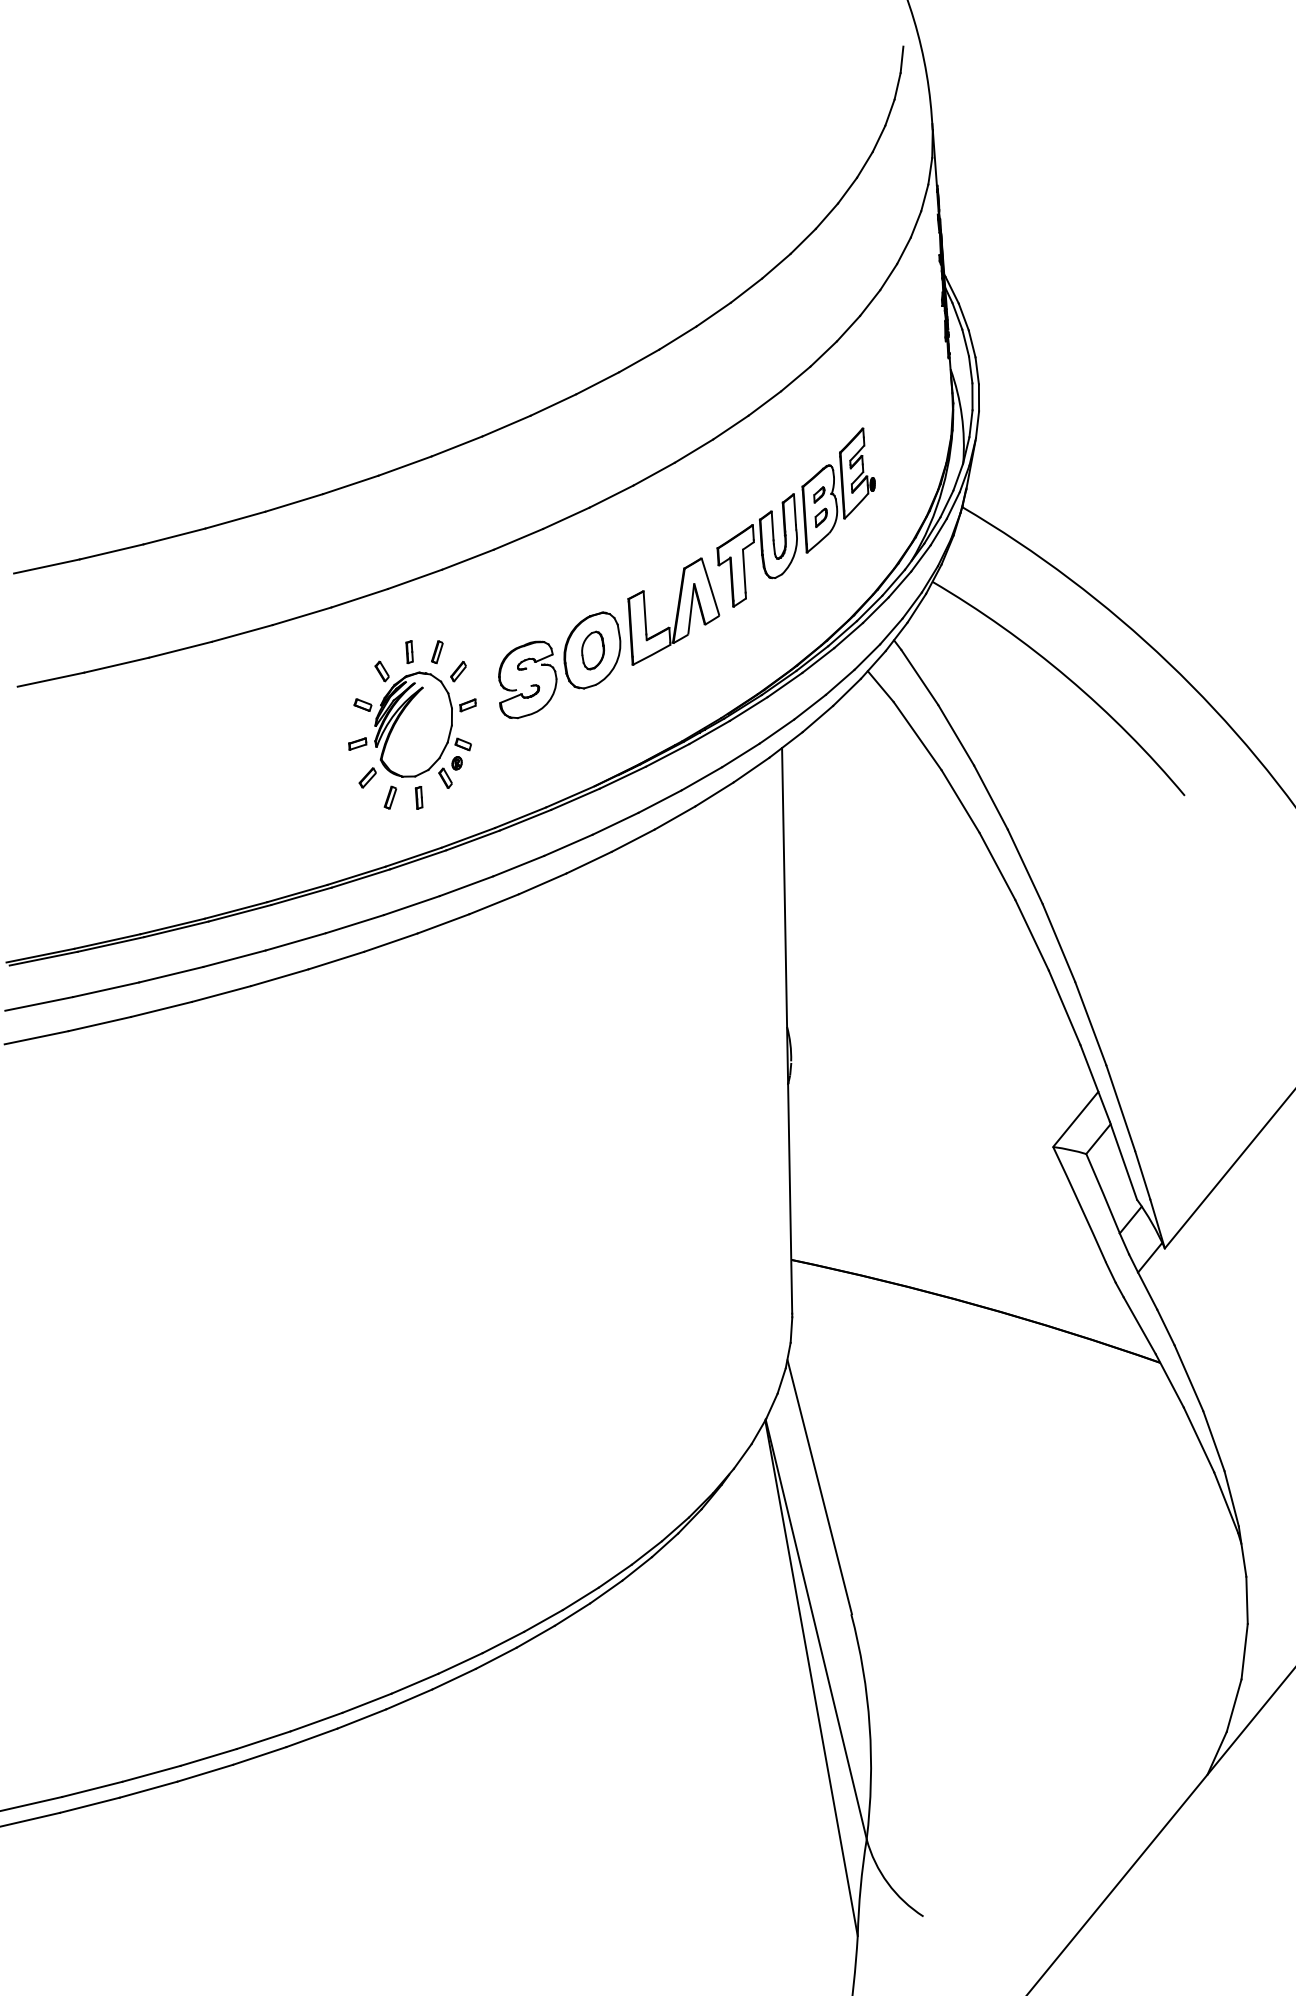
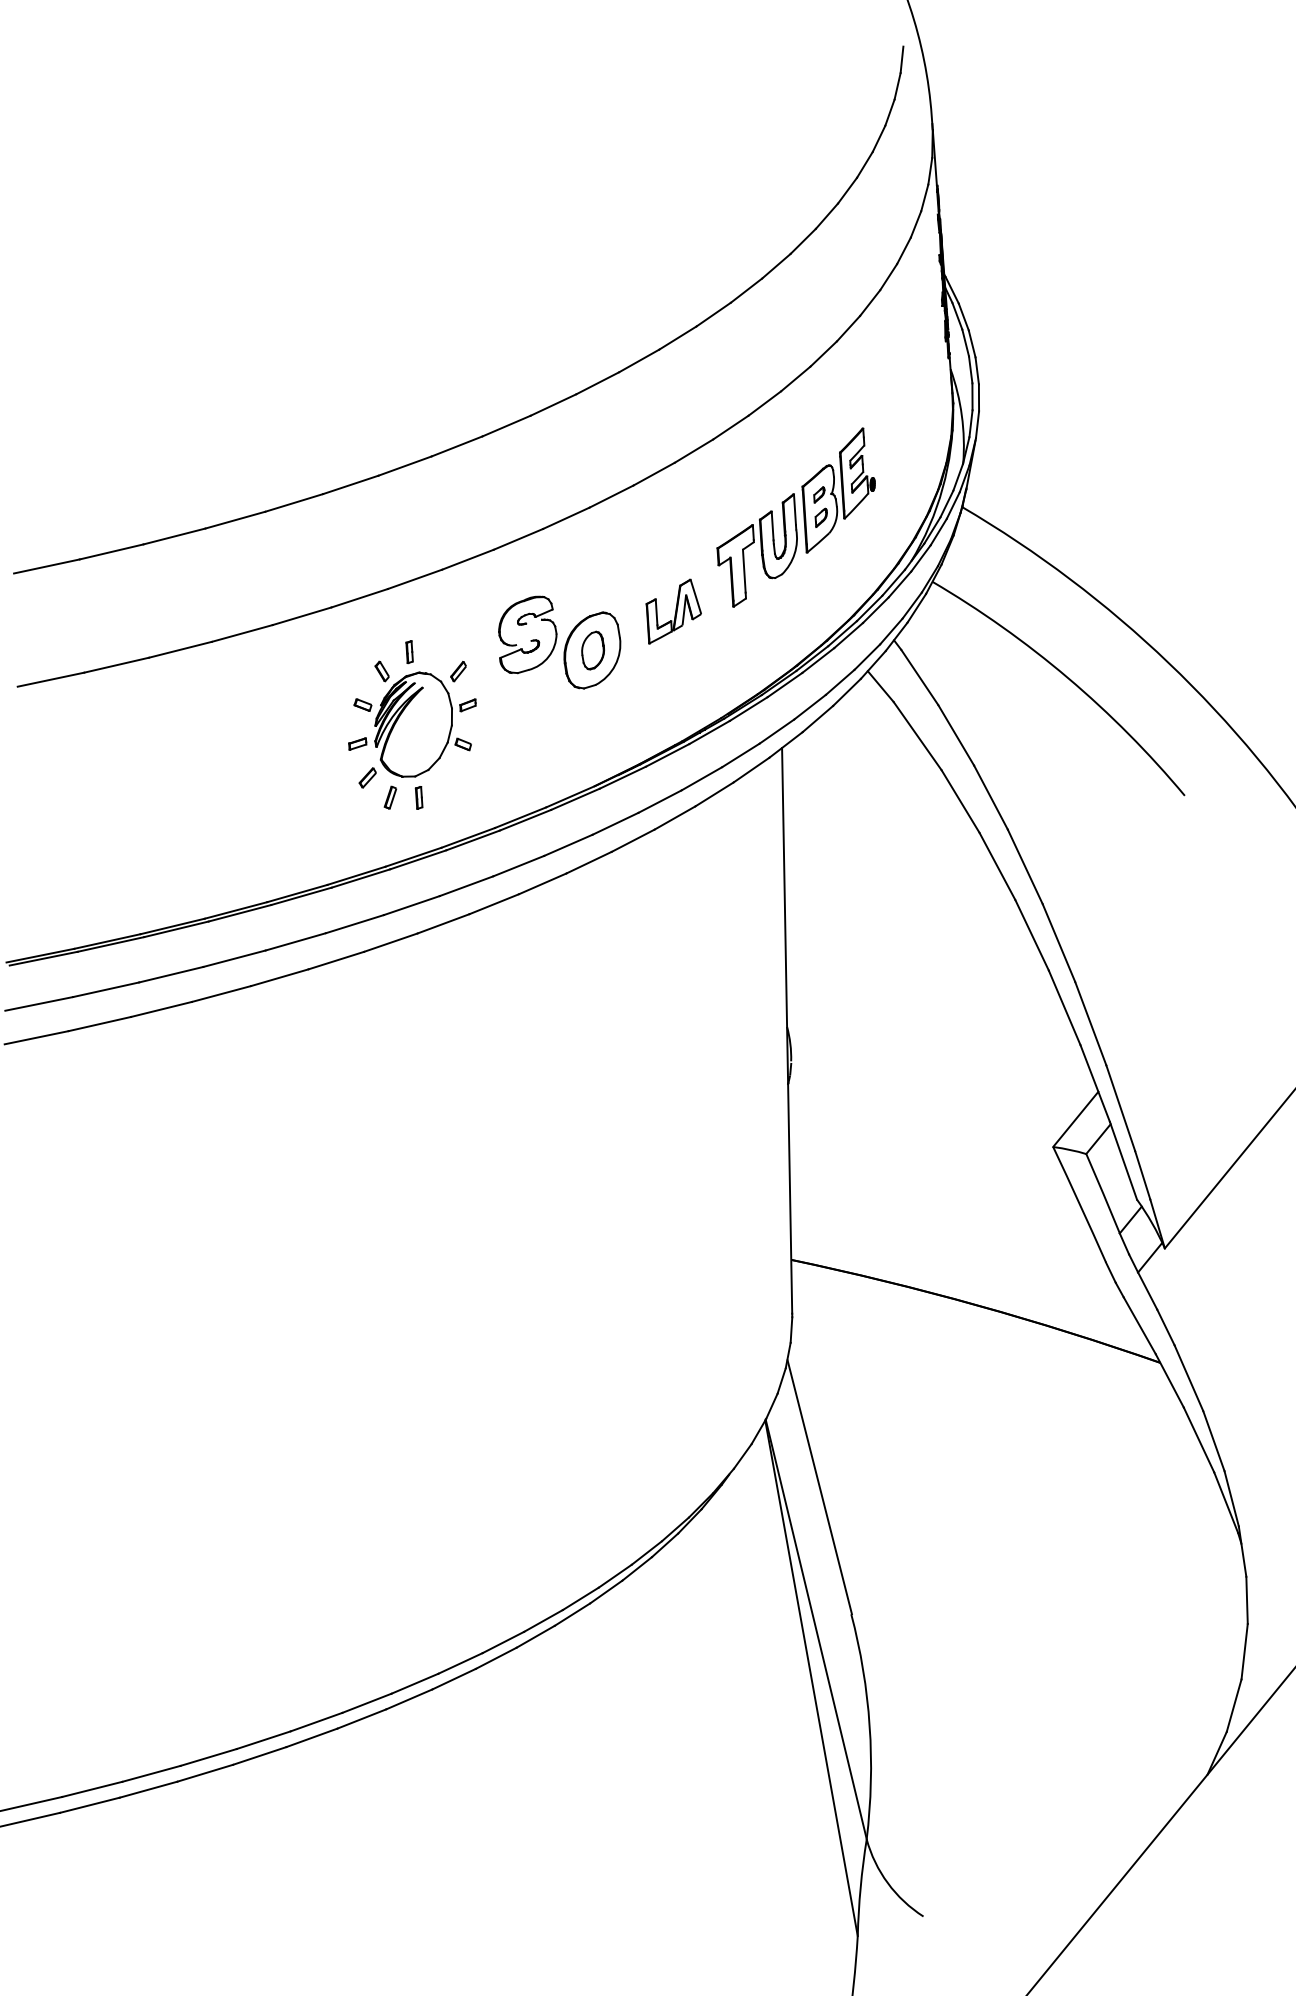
part at (673, 611) size: 94x109 px -> 57x67 px
part at (437, 652): present -> none
part at (530, 685) position: (530, 685) -> (530, 640)
part at (450, 772): present -> none
